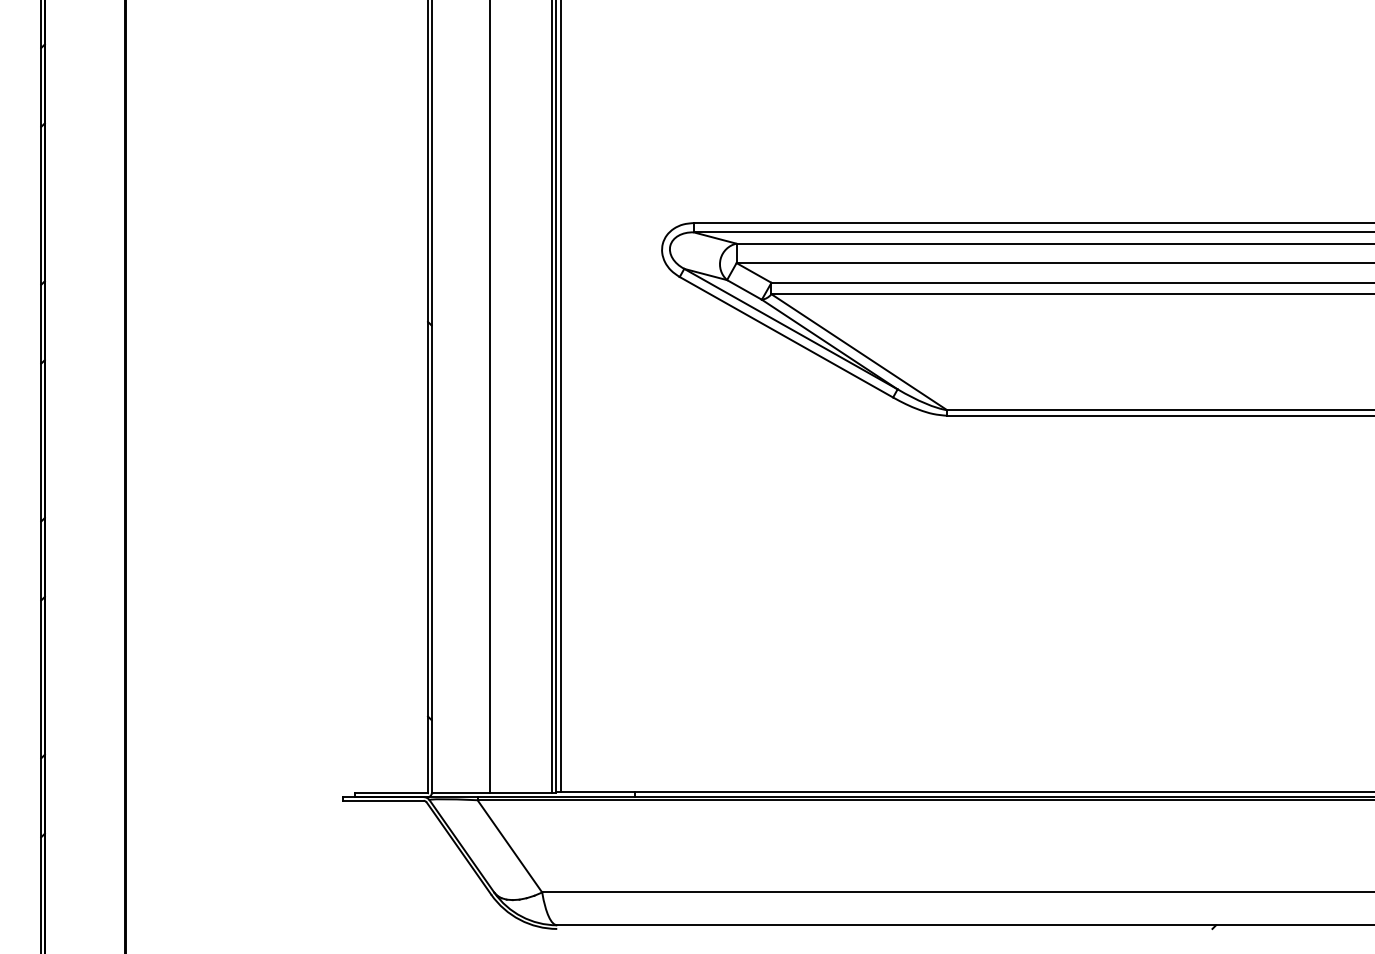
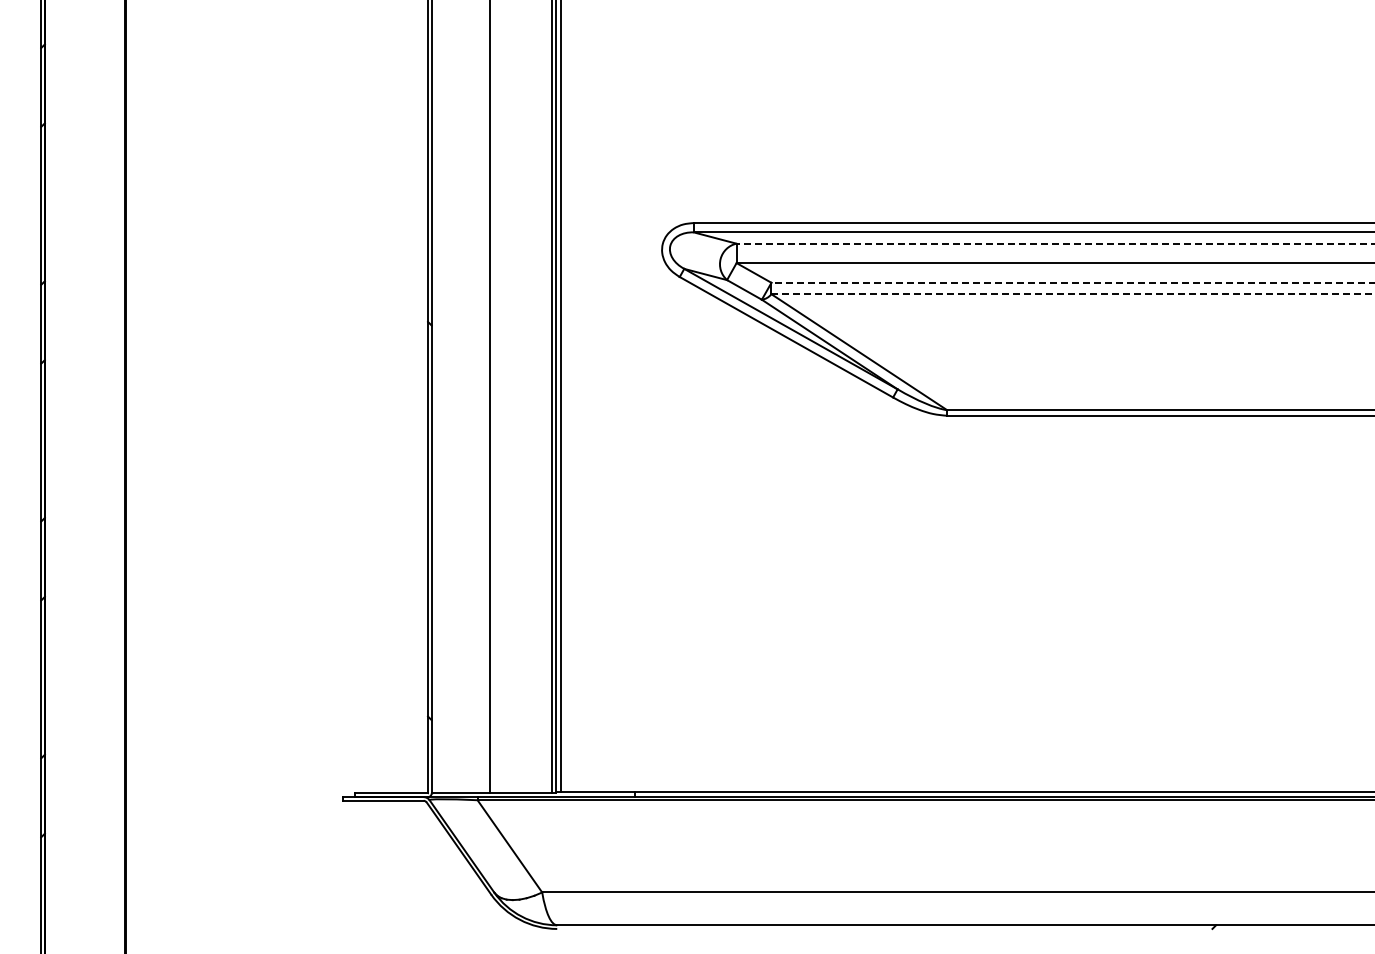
line at (1055, 243): solid -> dashed
line at (1072, 282): solid -> dashed
line at (1073, 294): solid -> dashed
